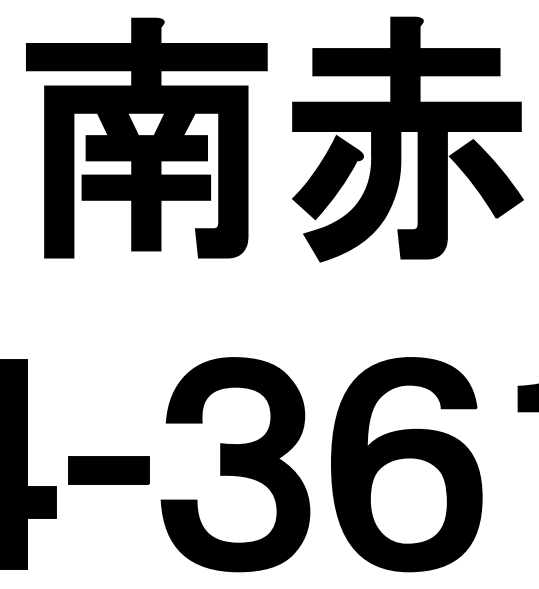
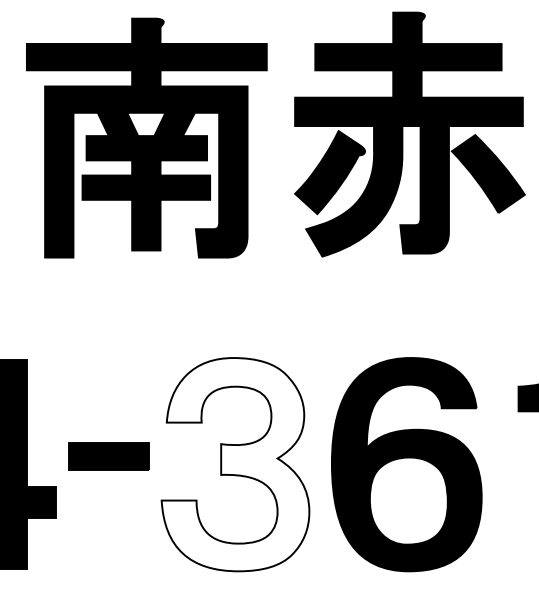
part at (407, 139) position: (407, 139) -> (409, 134)
fill at (235, 464): present -> none
part at (108, 470) position: (108, 470) -> (108, 456)
